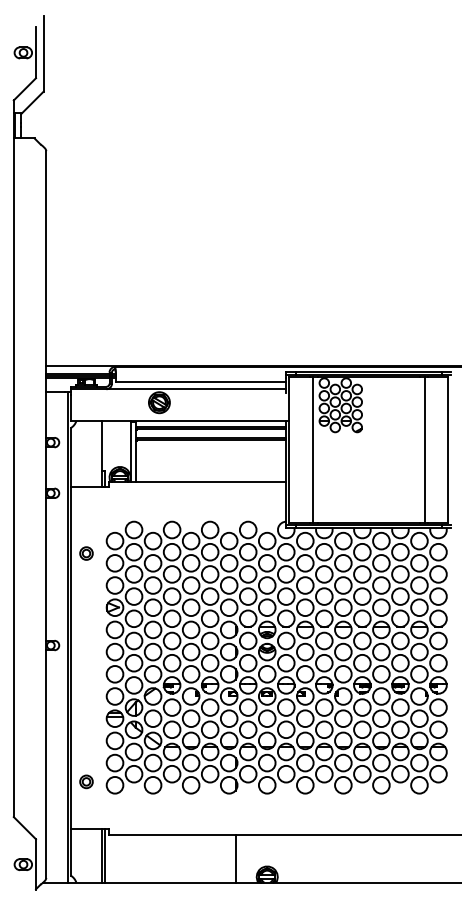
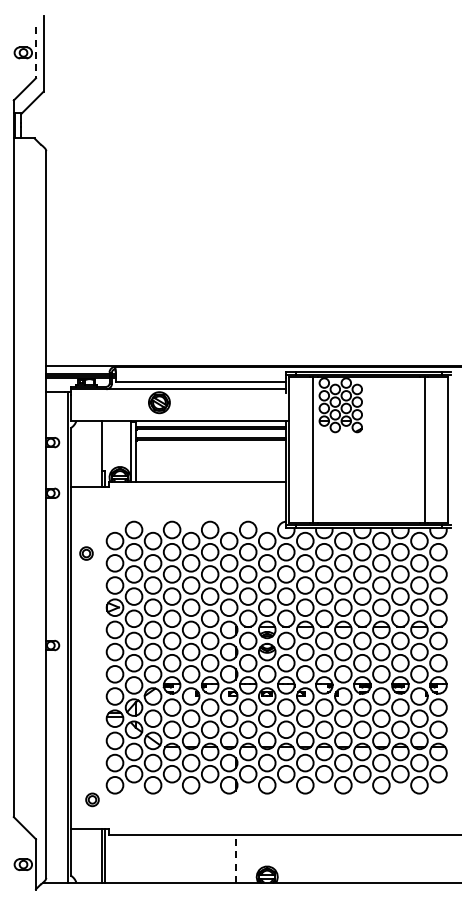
line at (36, 53): solid -> dashed
part at (86, 781) position: (86, 781) -> (92, 799)
line at (235, 858): solid -> dashed
